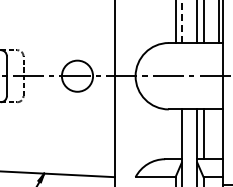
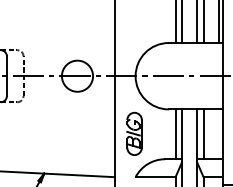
line at (181, 21): dashed -> solid
part at (134, 133): none -> present
line at (175, 134): none -> present
